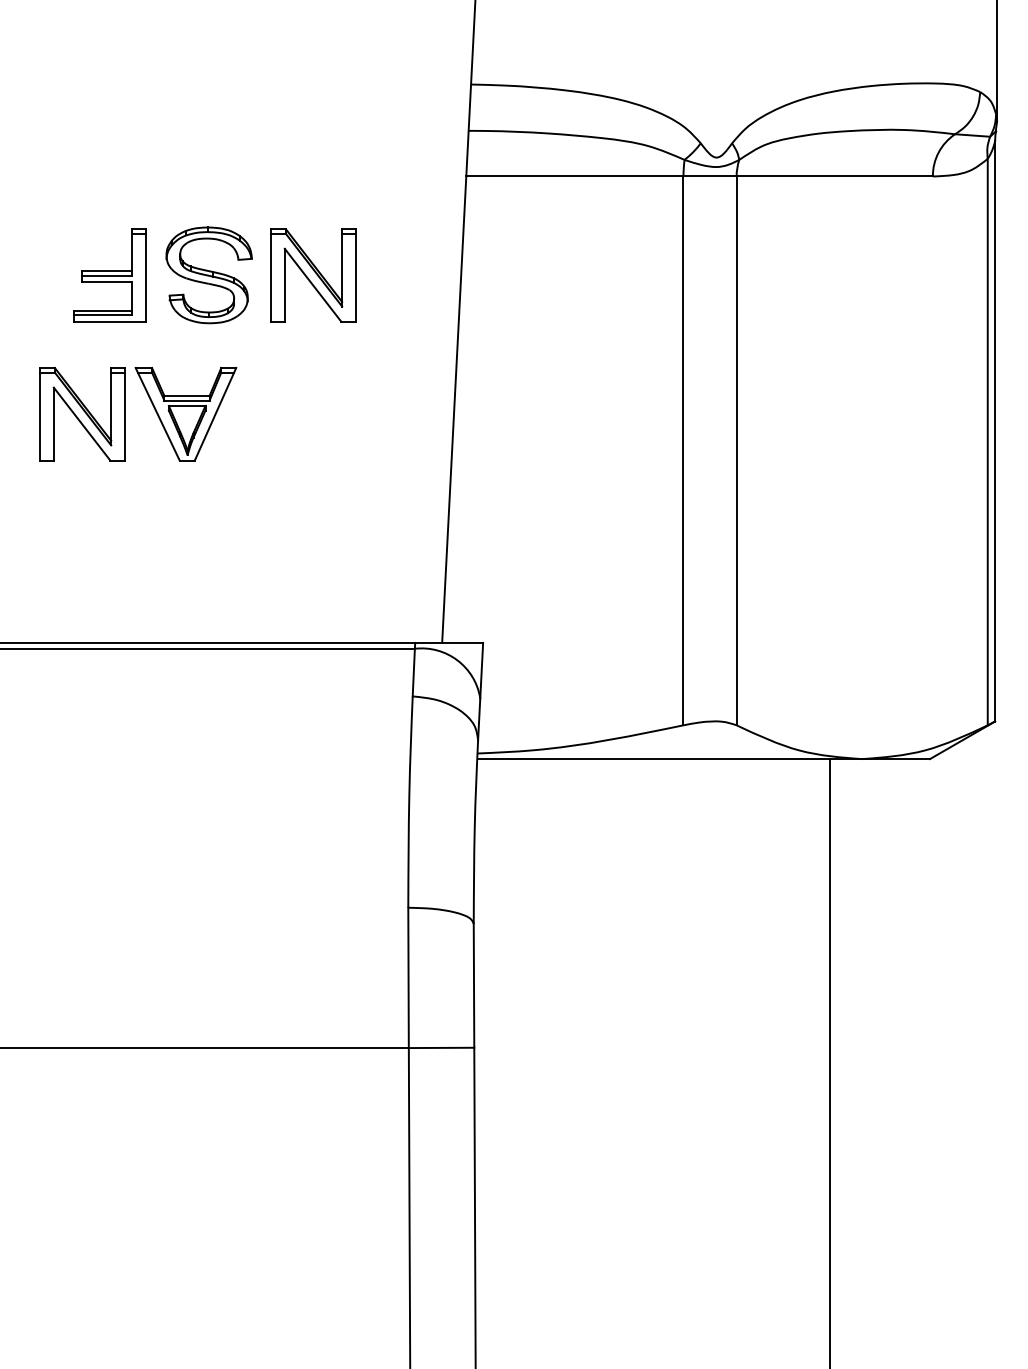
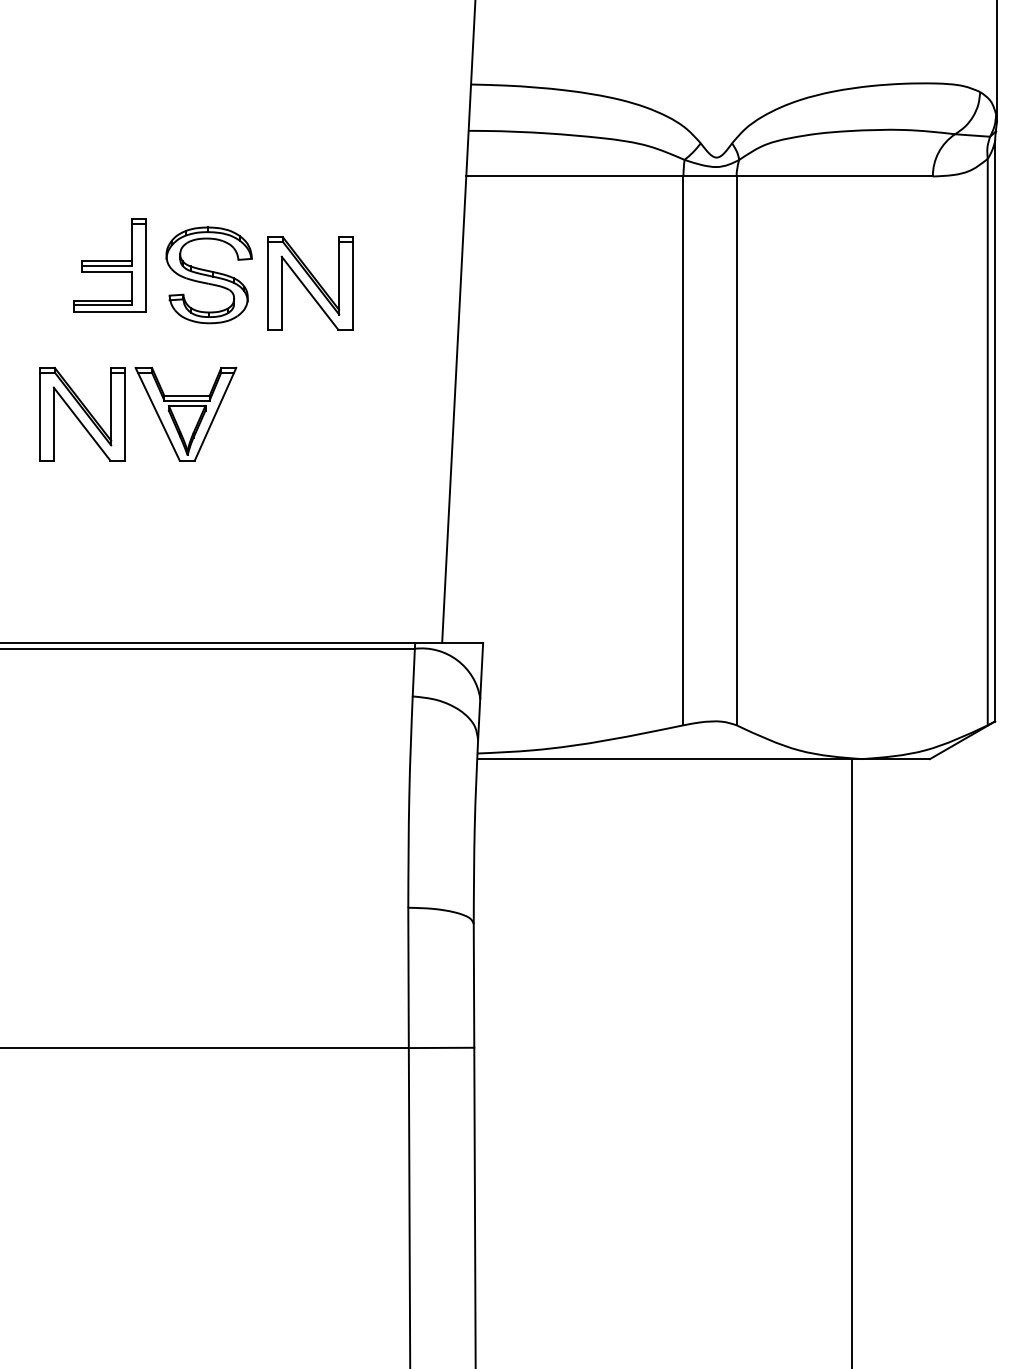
part at (109, 275) position: (109, 275) -> (109, 265)
part at (313, 275) position: (313, 275) -> (310, 283)
line at (830, 1062) position: (830, 1062) -> (852, 1062)
